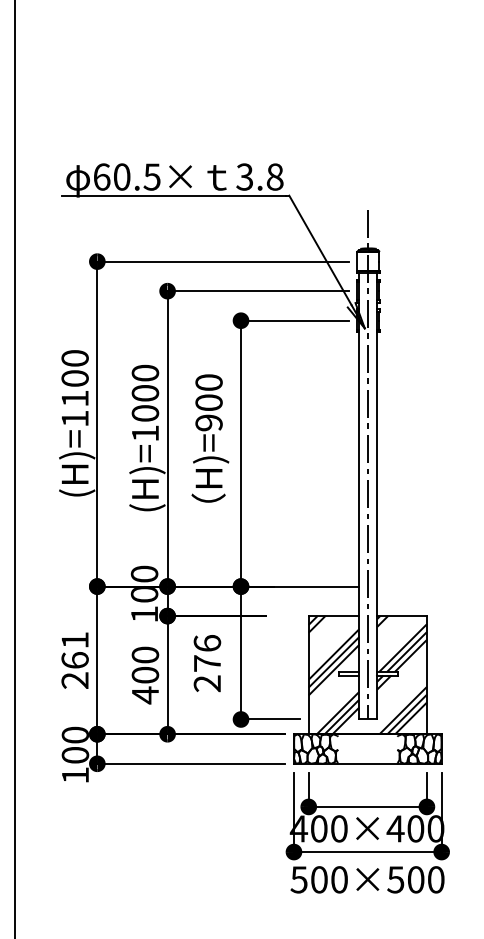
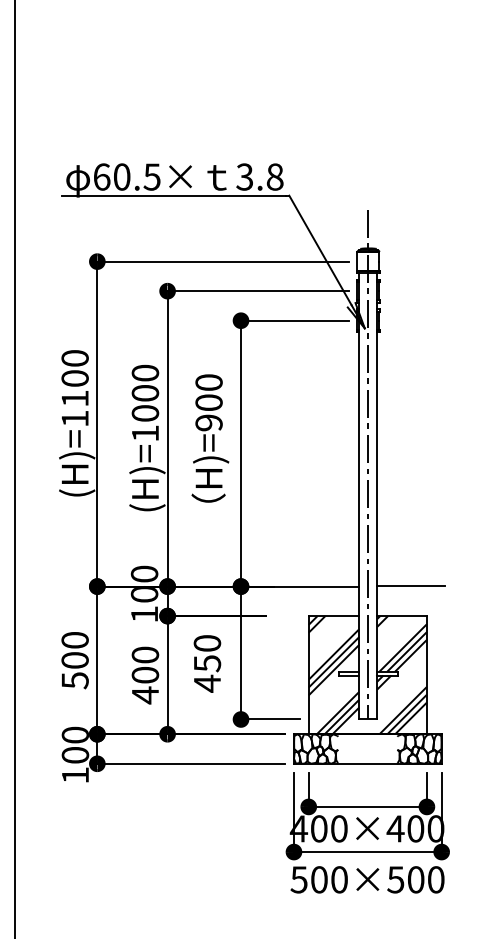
line at (410, 585): none -> present
text at (74, 660): 261 -> 500
text at (207, 663): 276 -> 450
